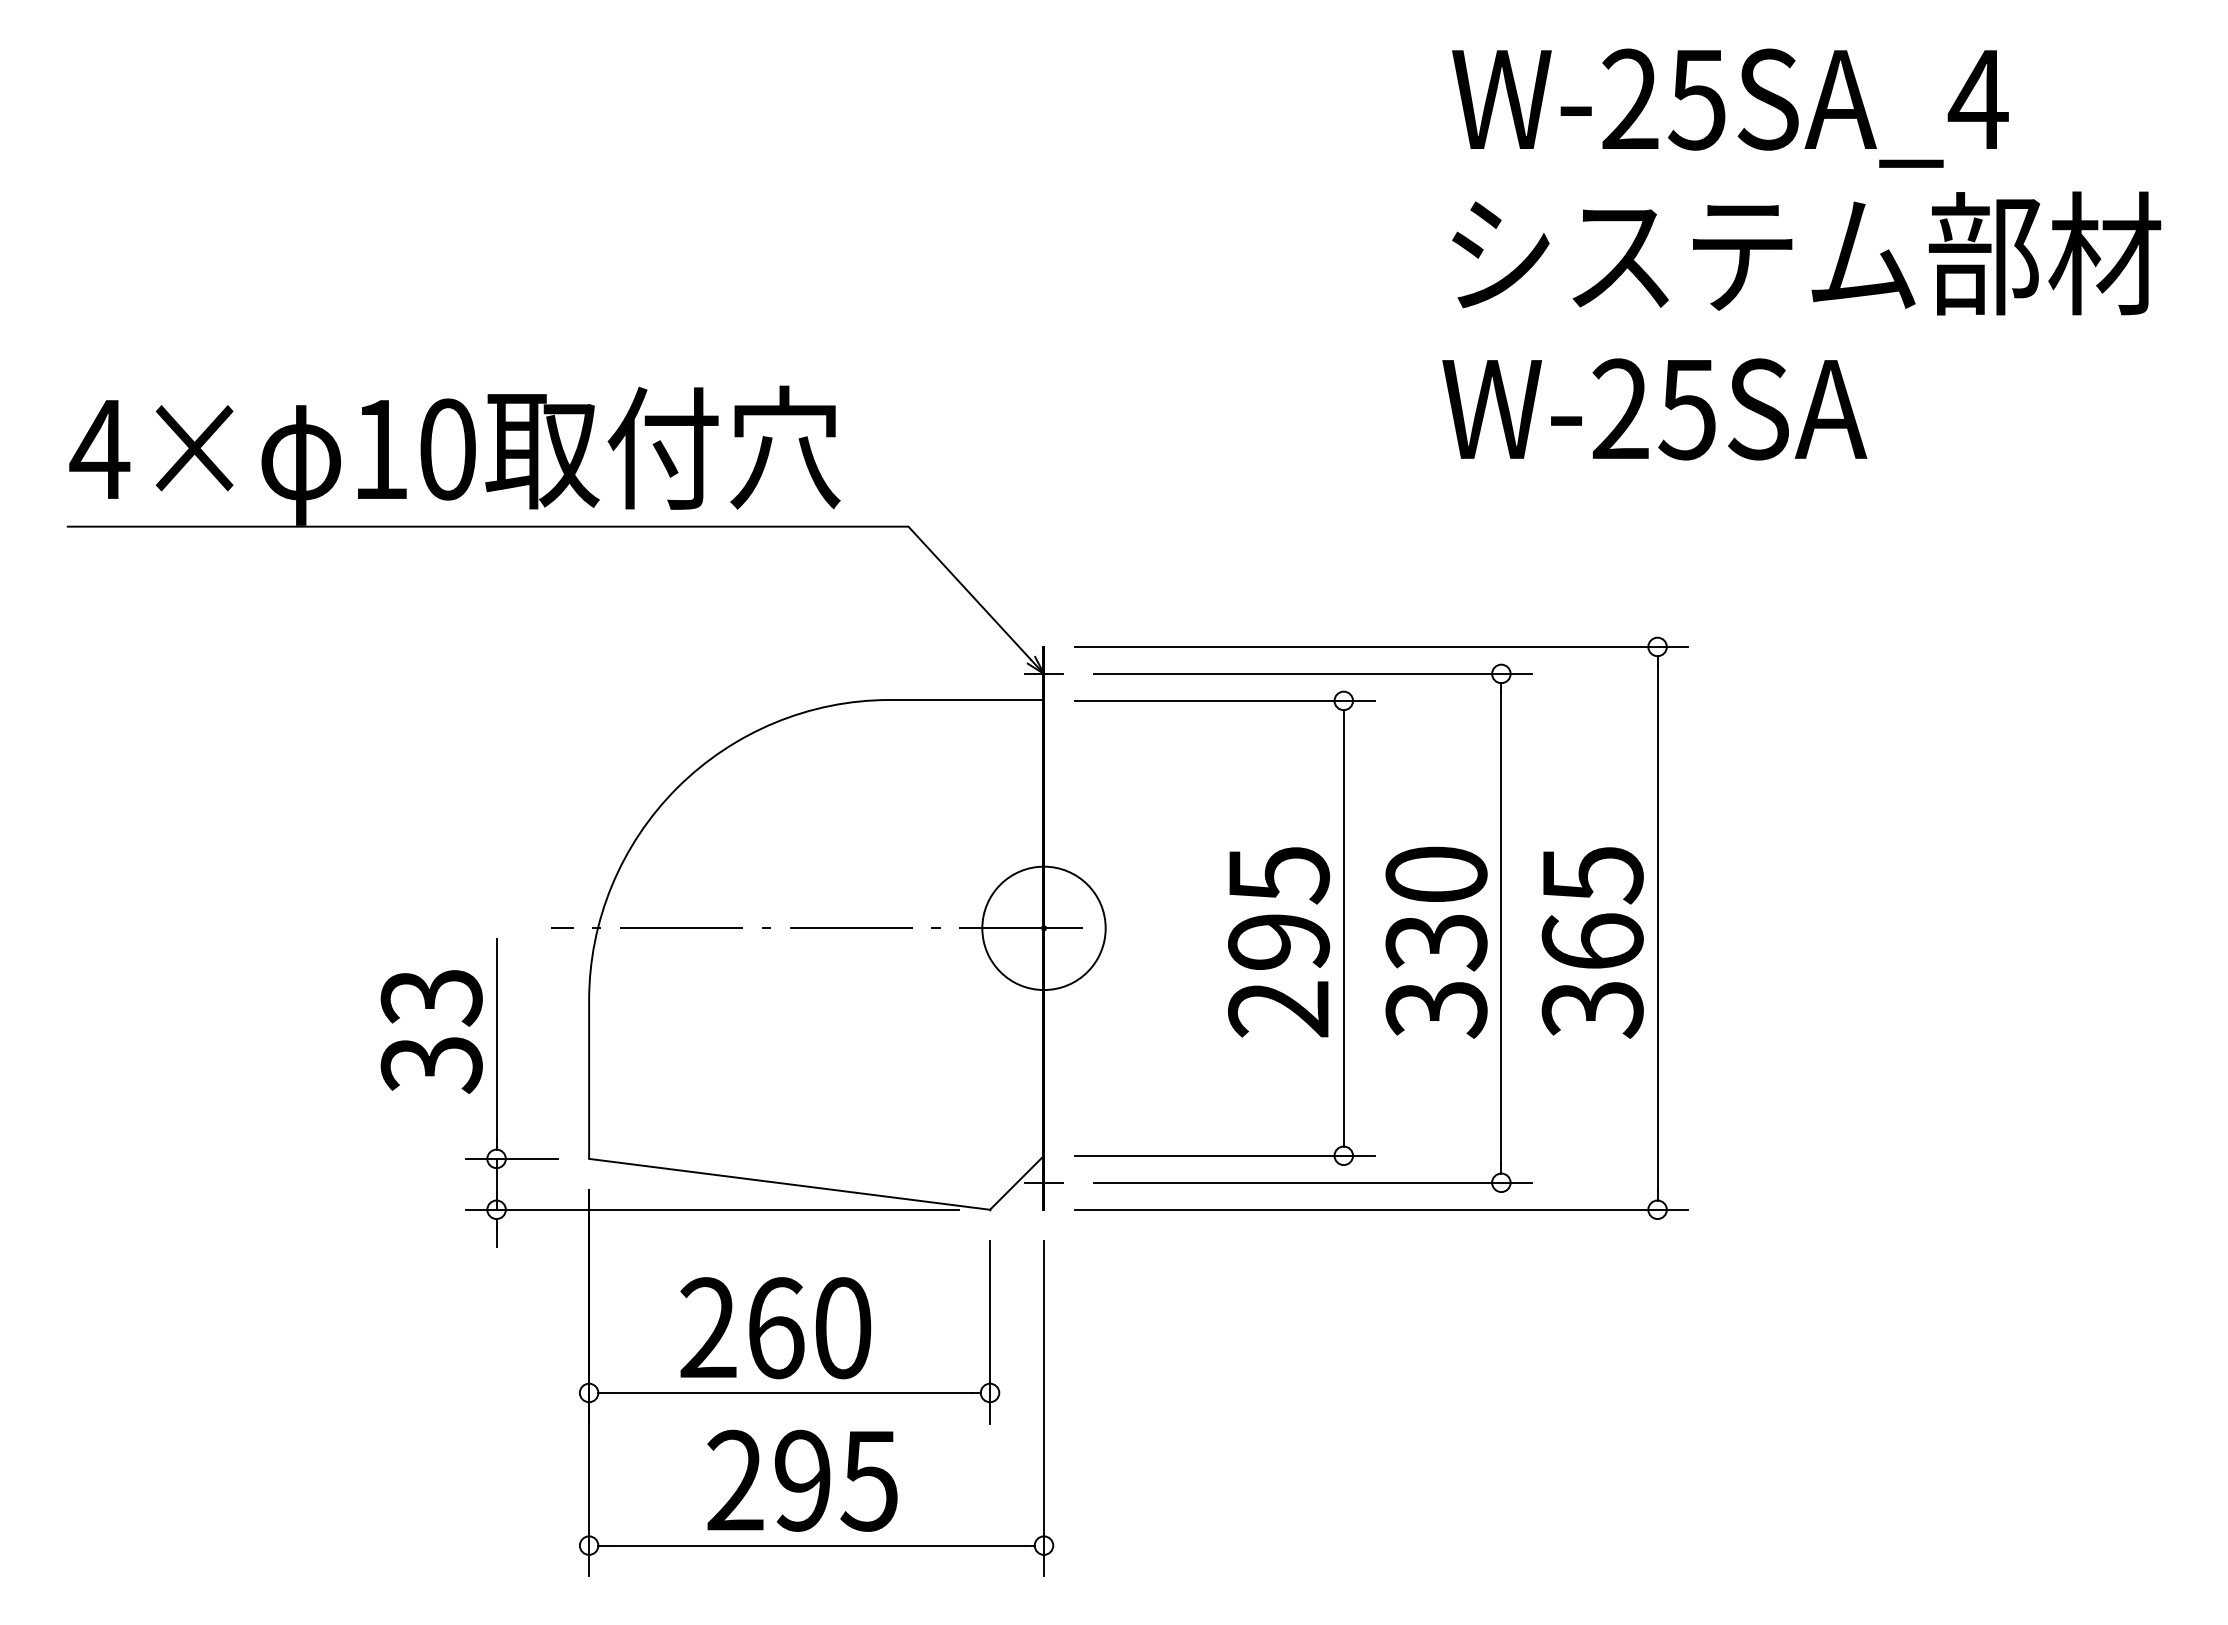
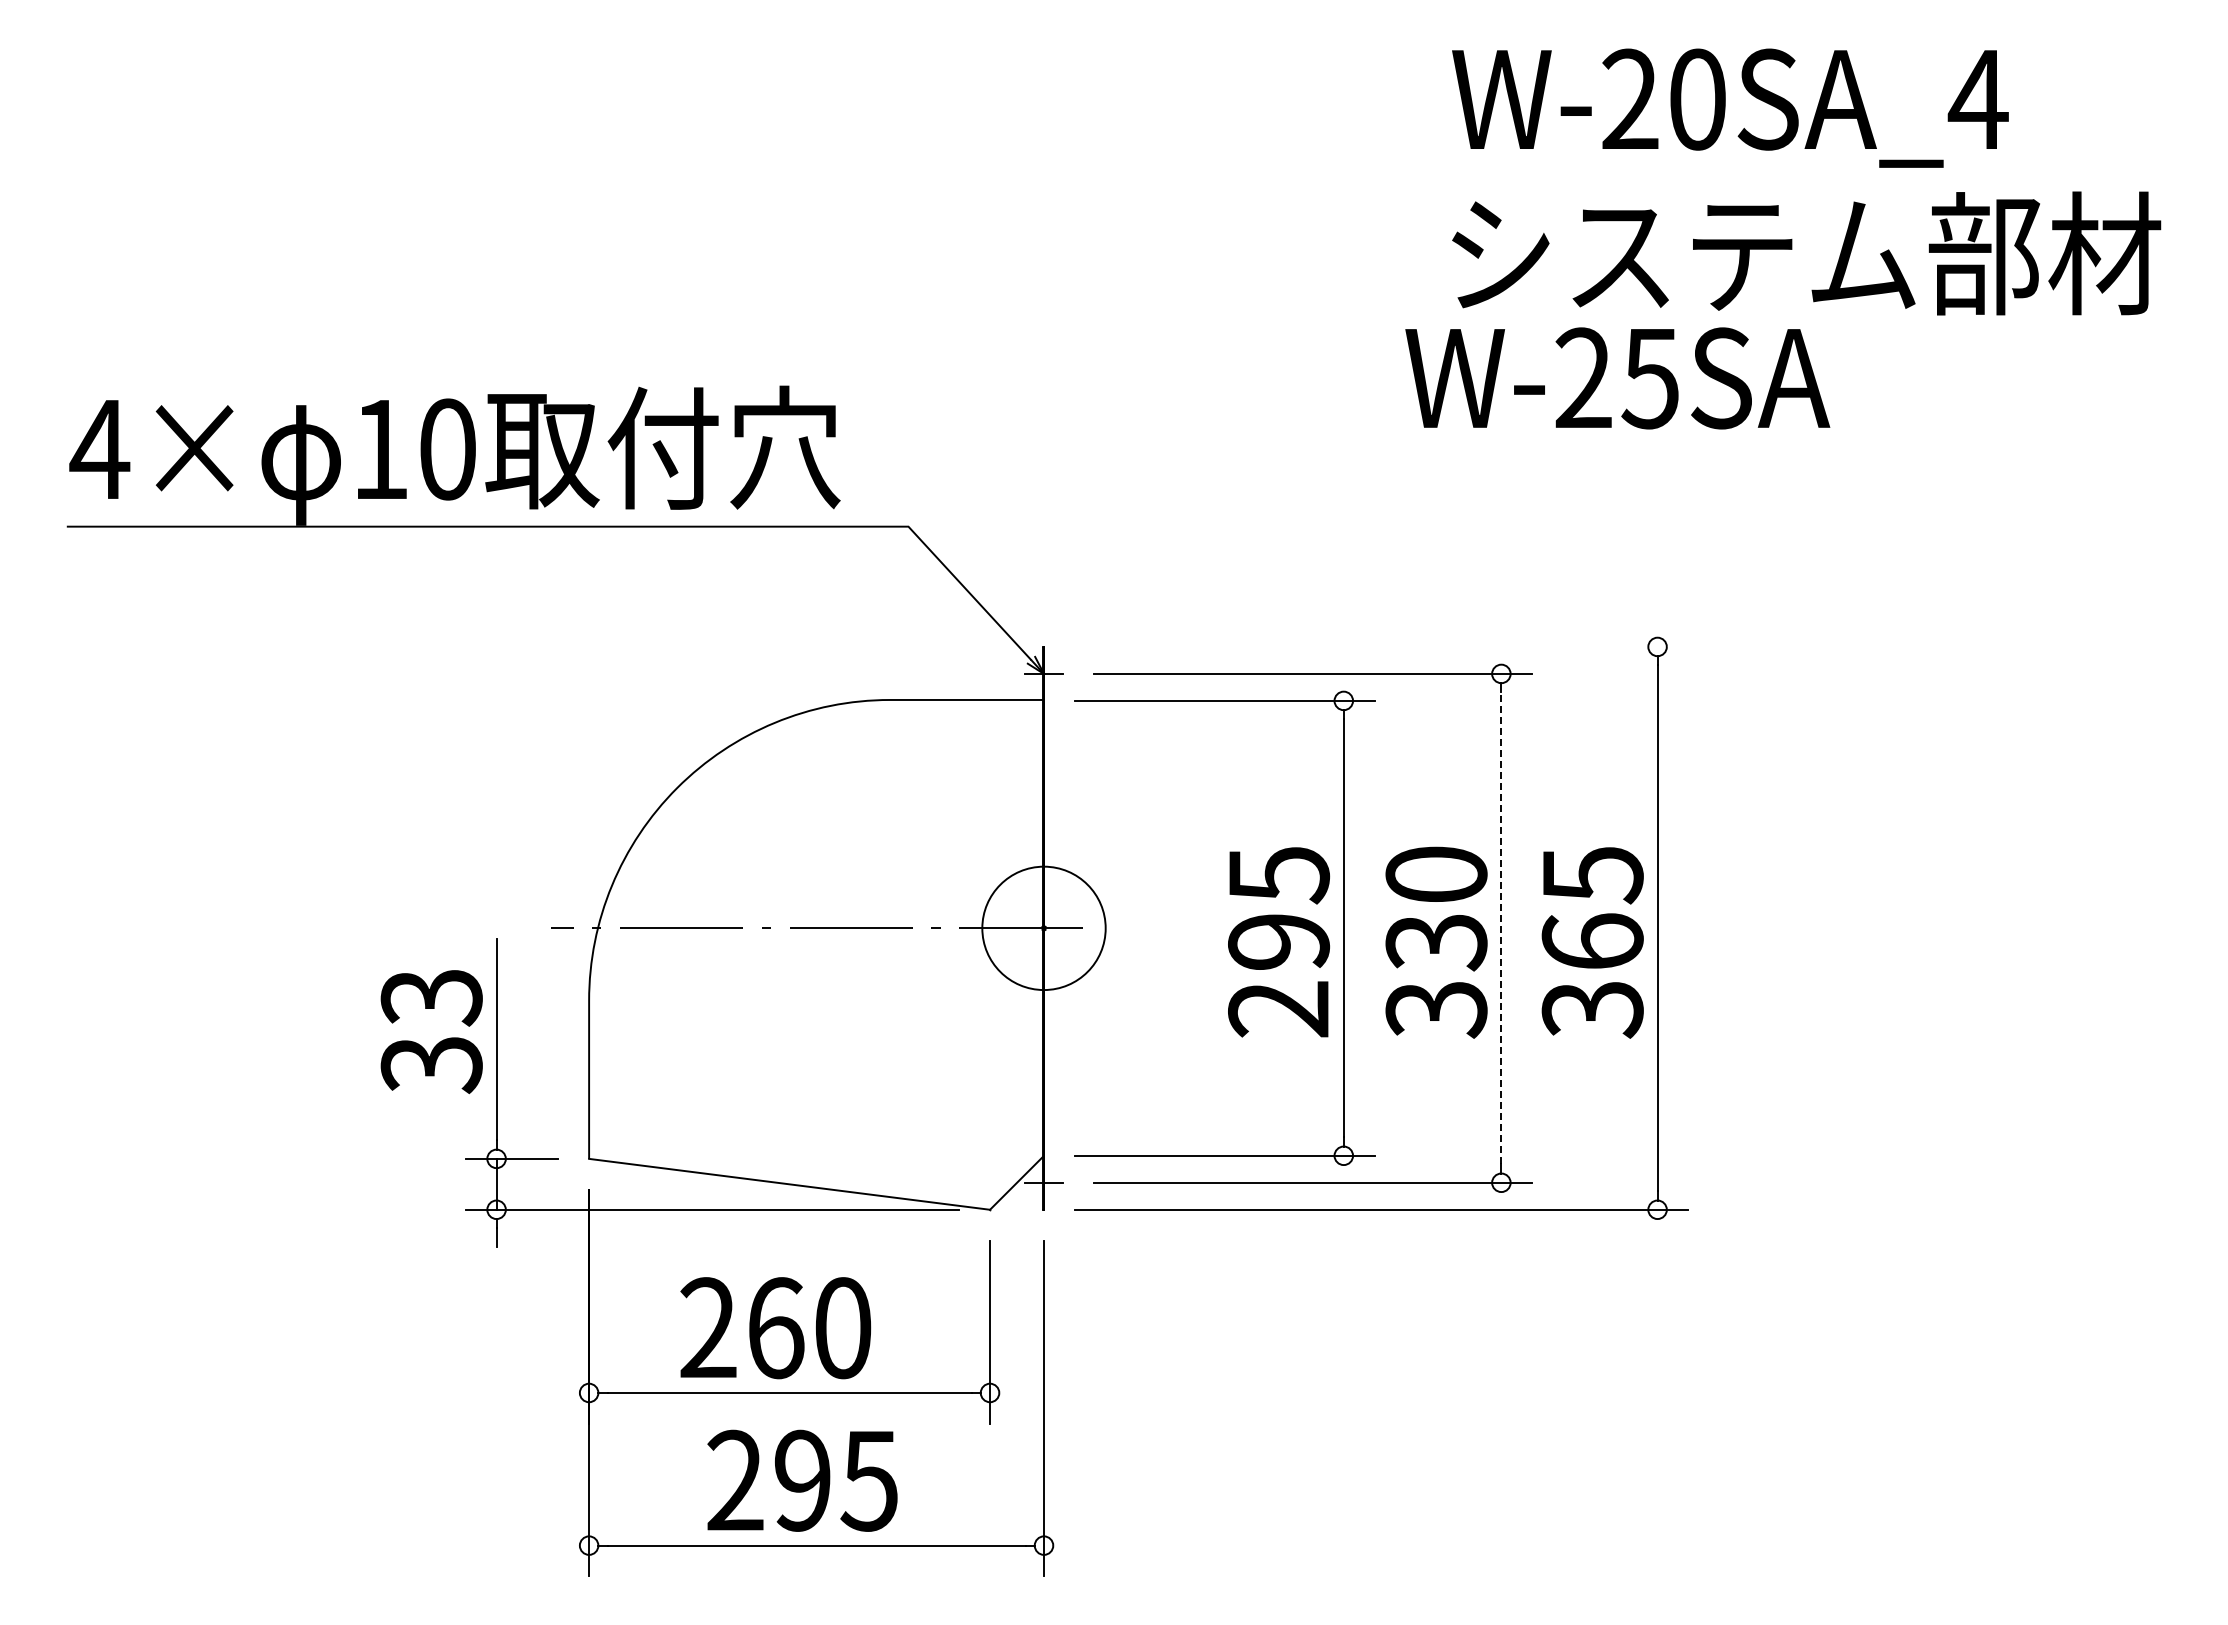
text at (1696, 99): W-25SA_4 -> W-20SA_4
text at (1654, 409) position: (1654, 409) -> (1617, 378)
line at (1381, 646): present -> none
line at (1501, 928): solid -> dashed
